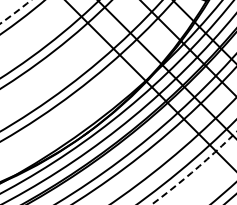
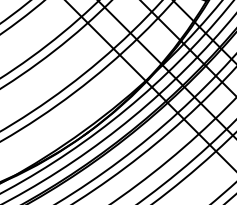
arc at (16, 11): dashed -> solid
arc at (195, 169): dashed -> solid
